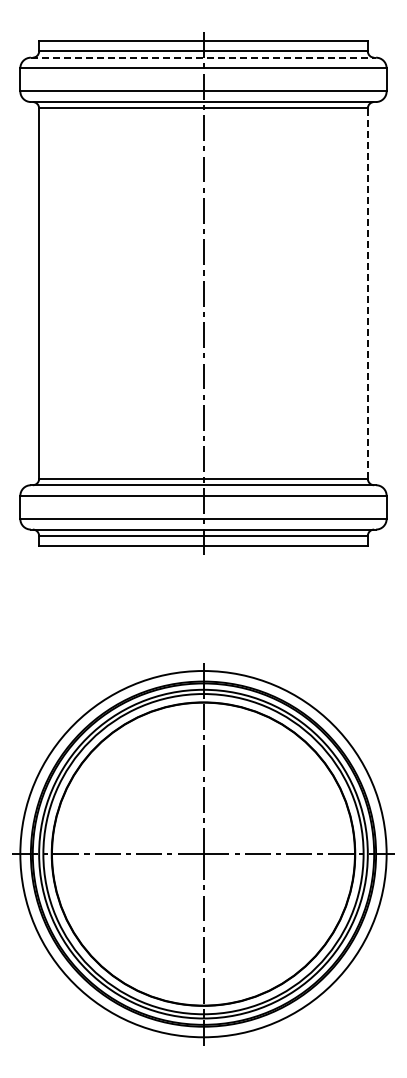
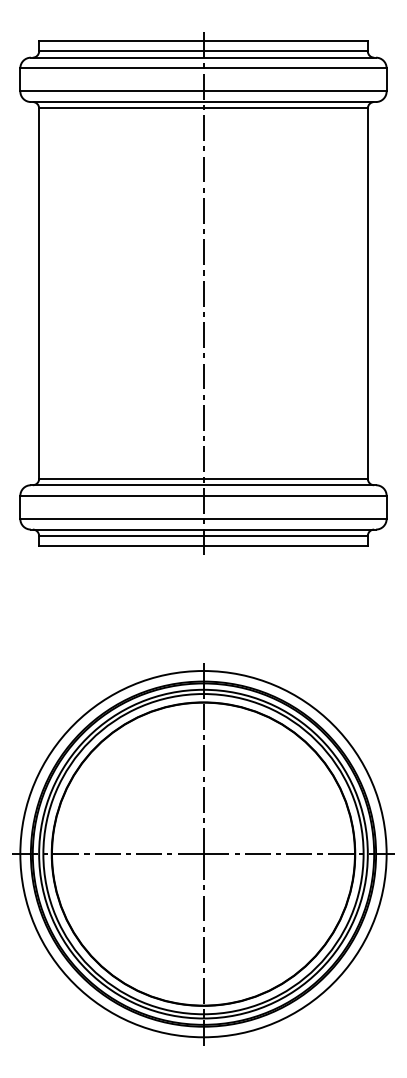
line at (203, 57): dashed -> solid
line at (367, 293): dashed -> solid
